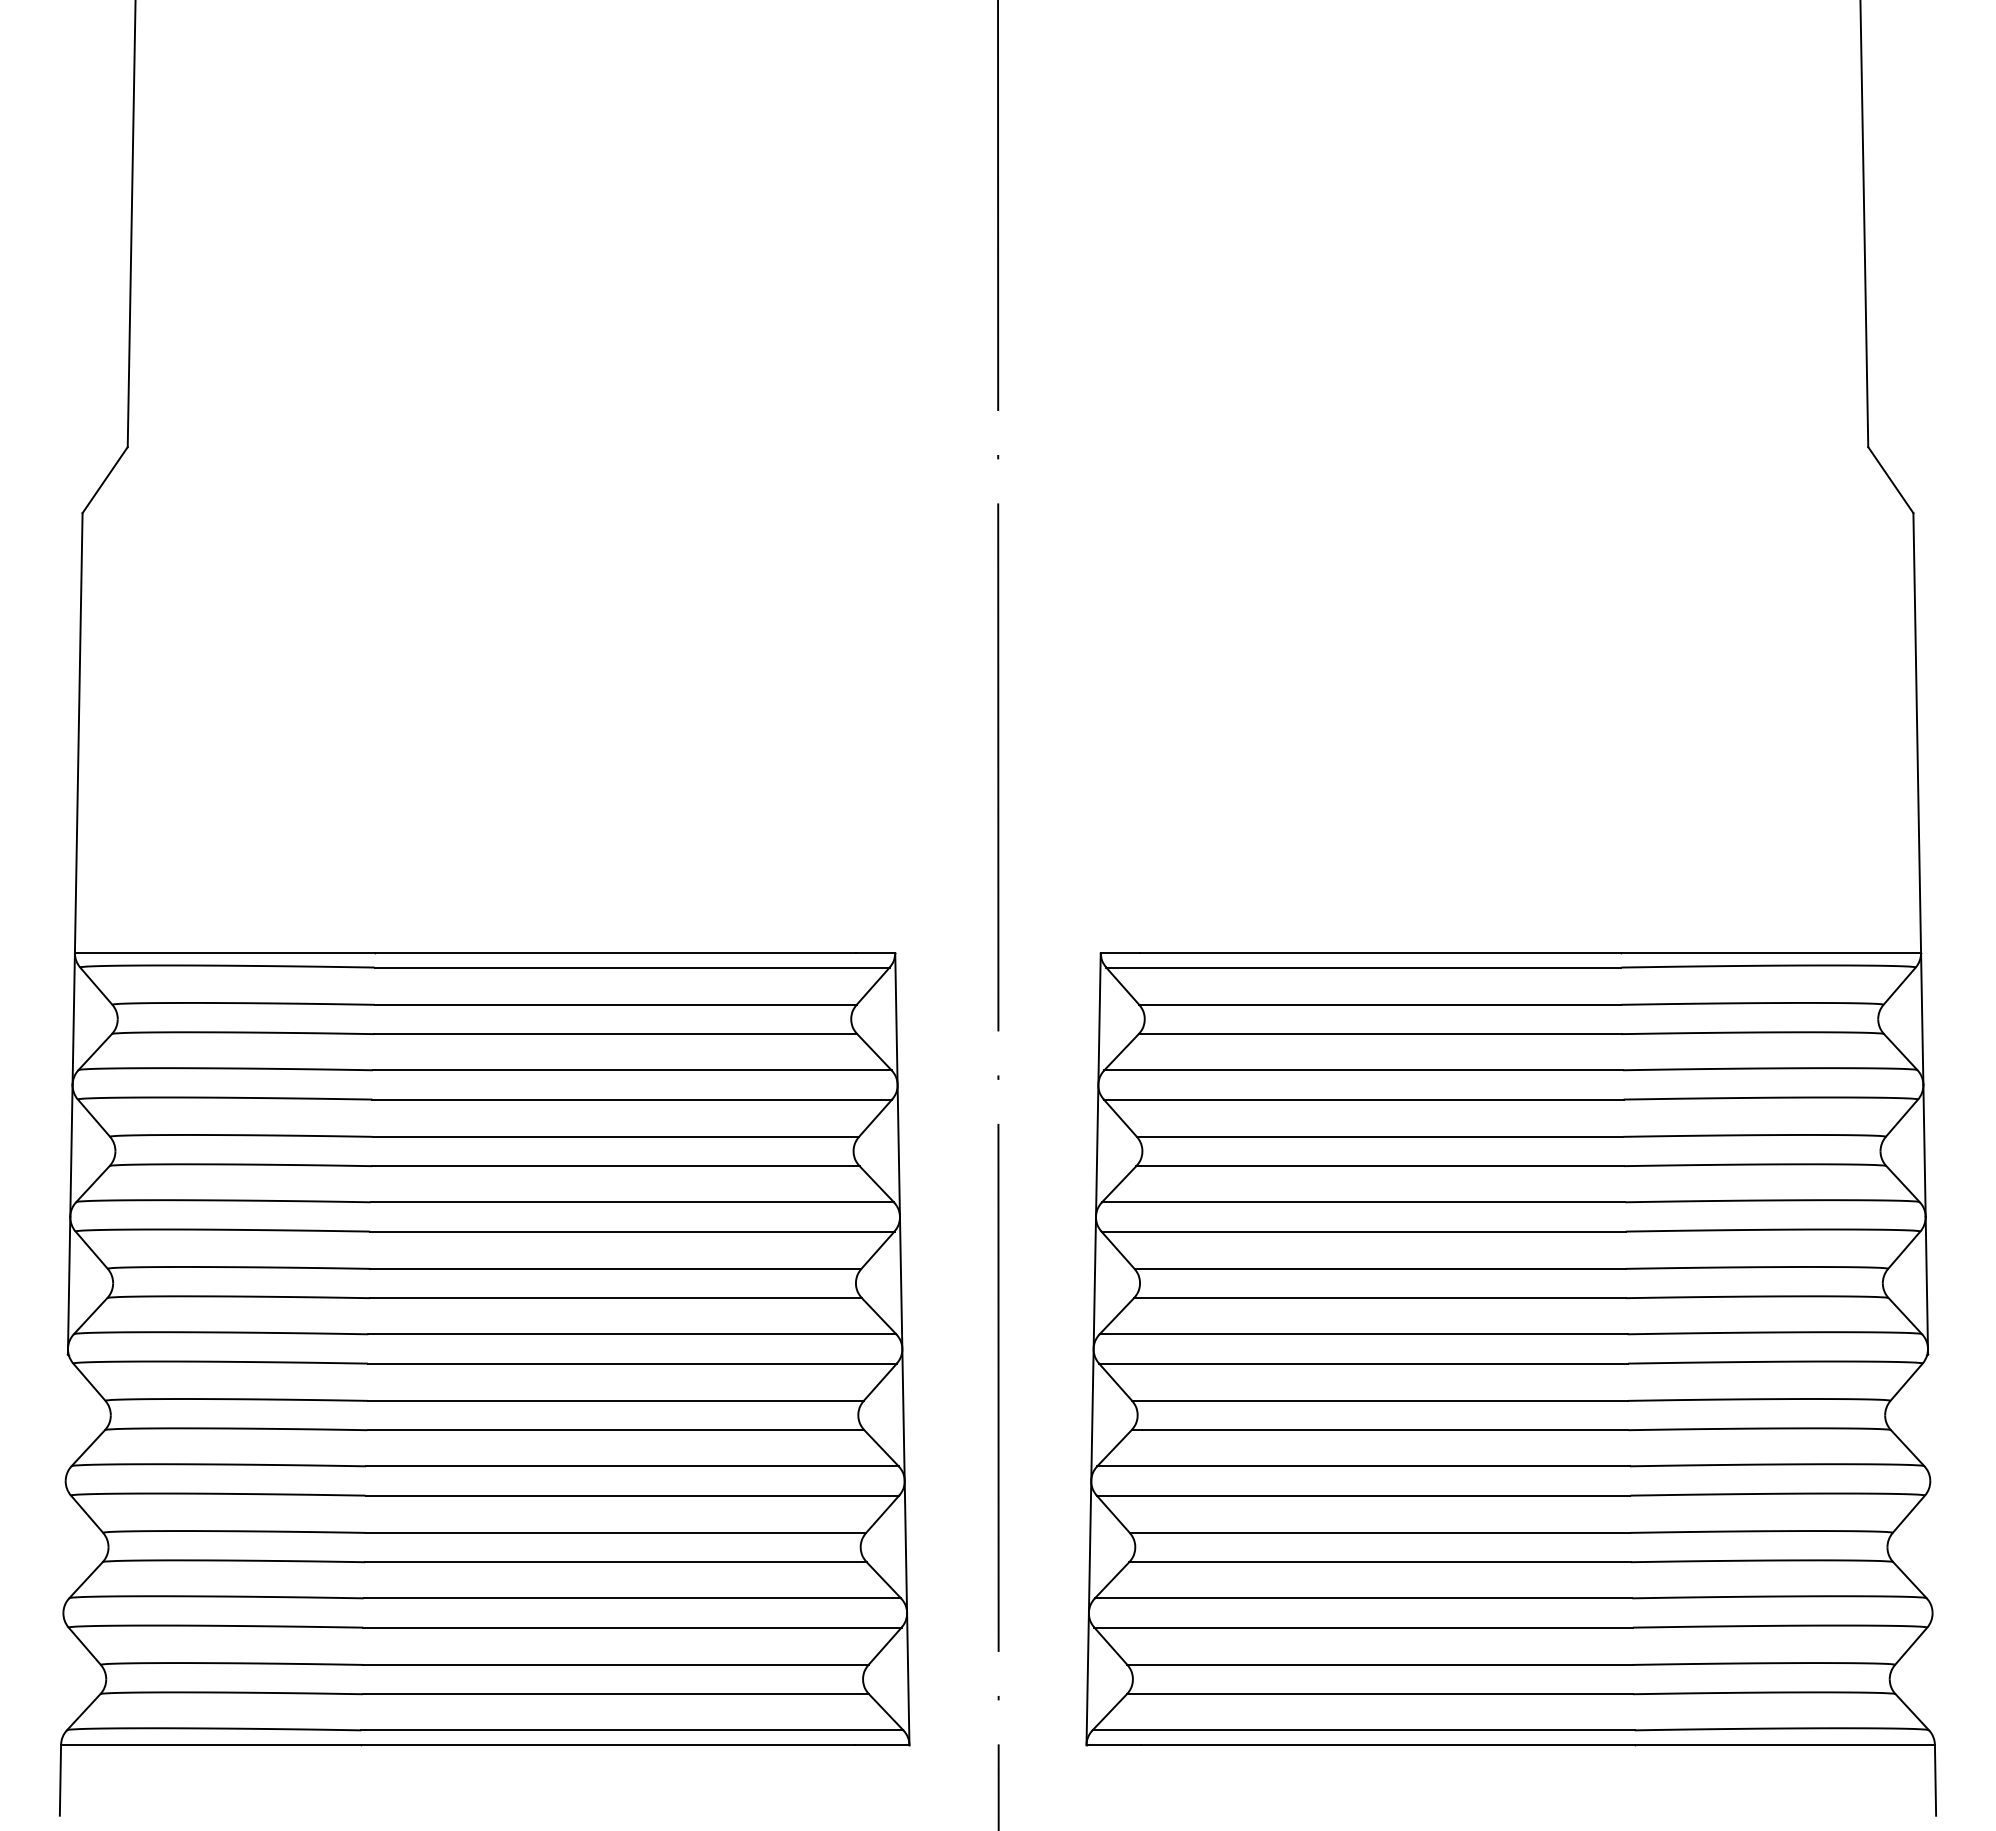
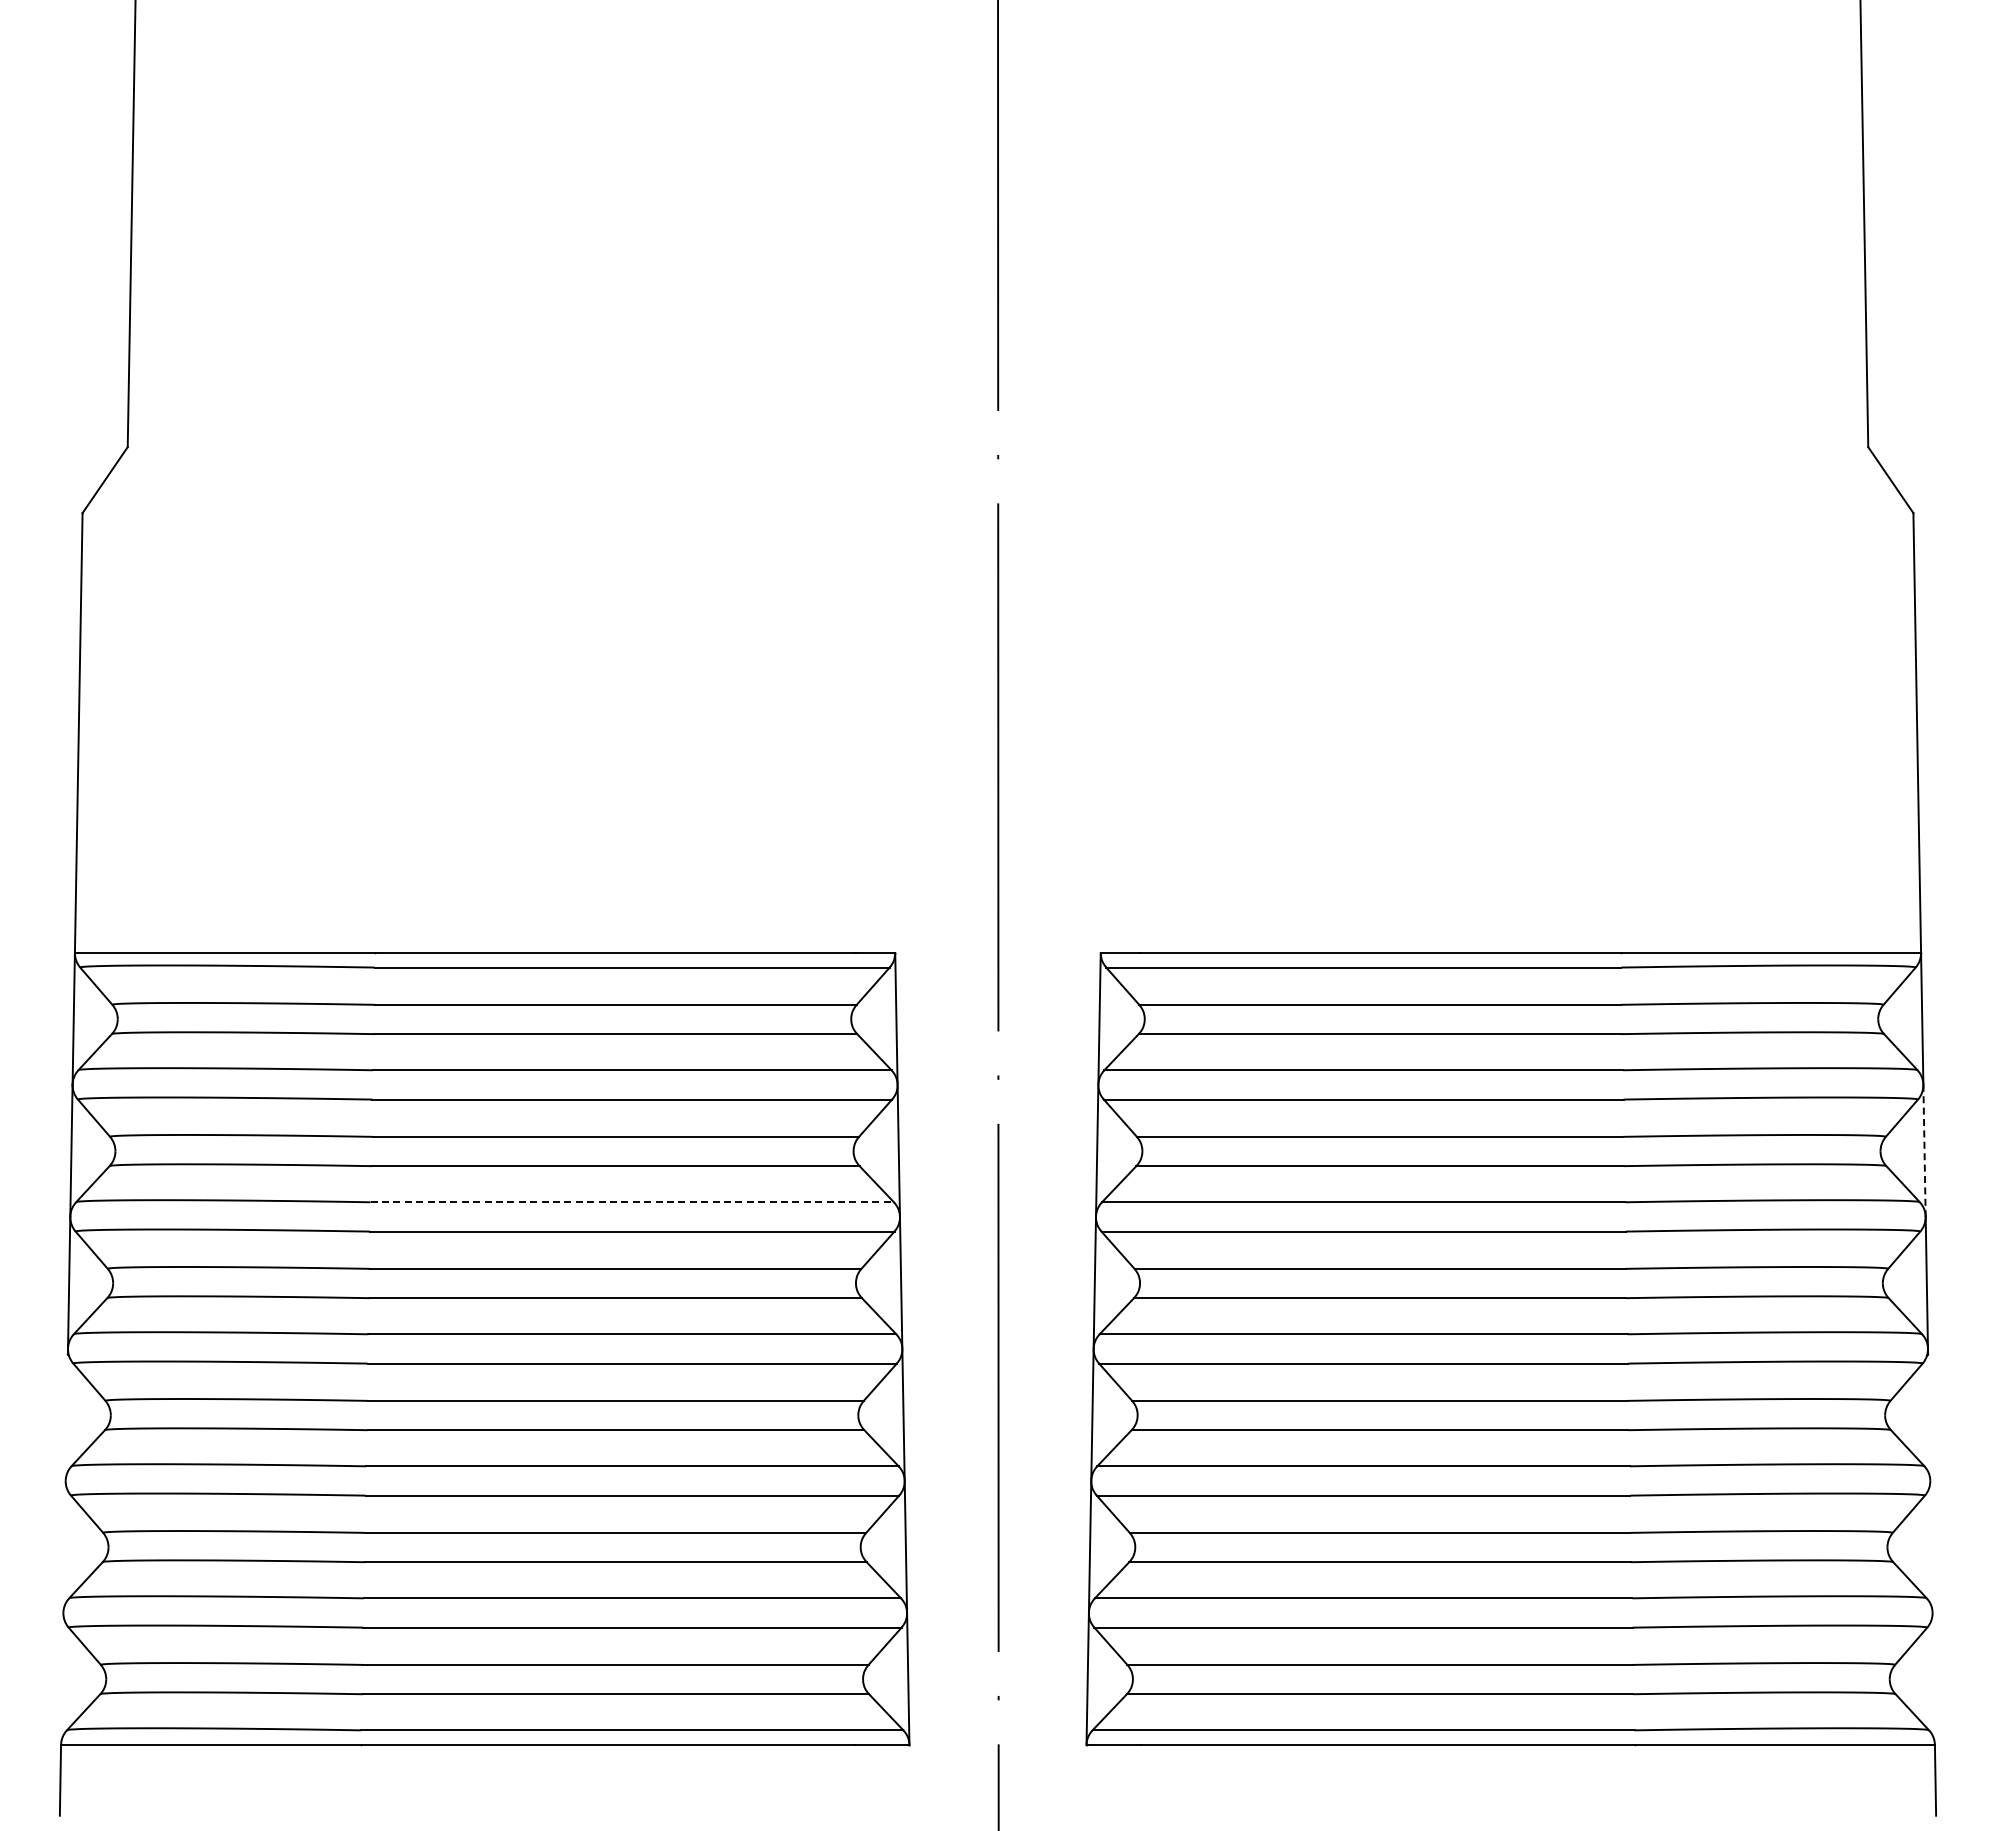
line at (1924, 1151): solid -> dashed
line at (632, 1202): solid -> dashed
